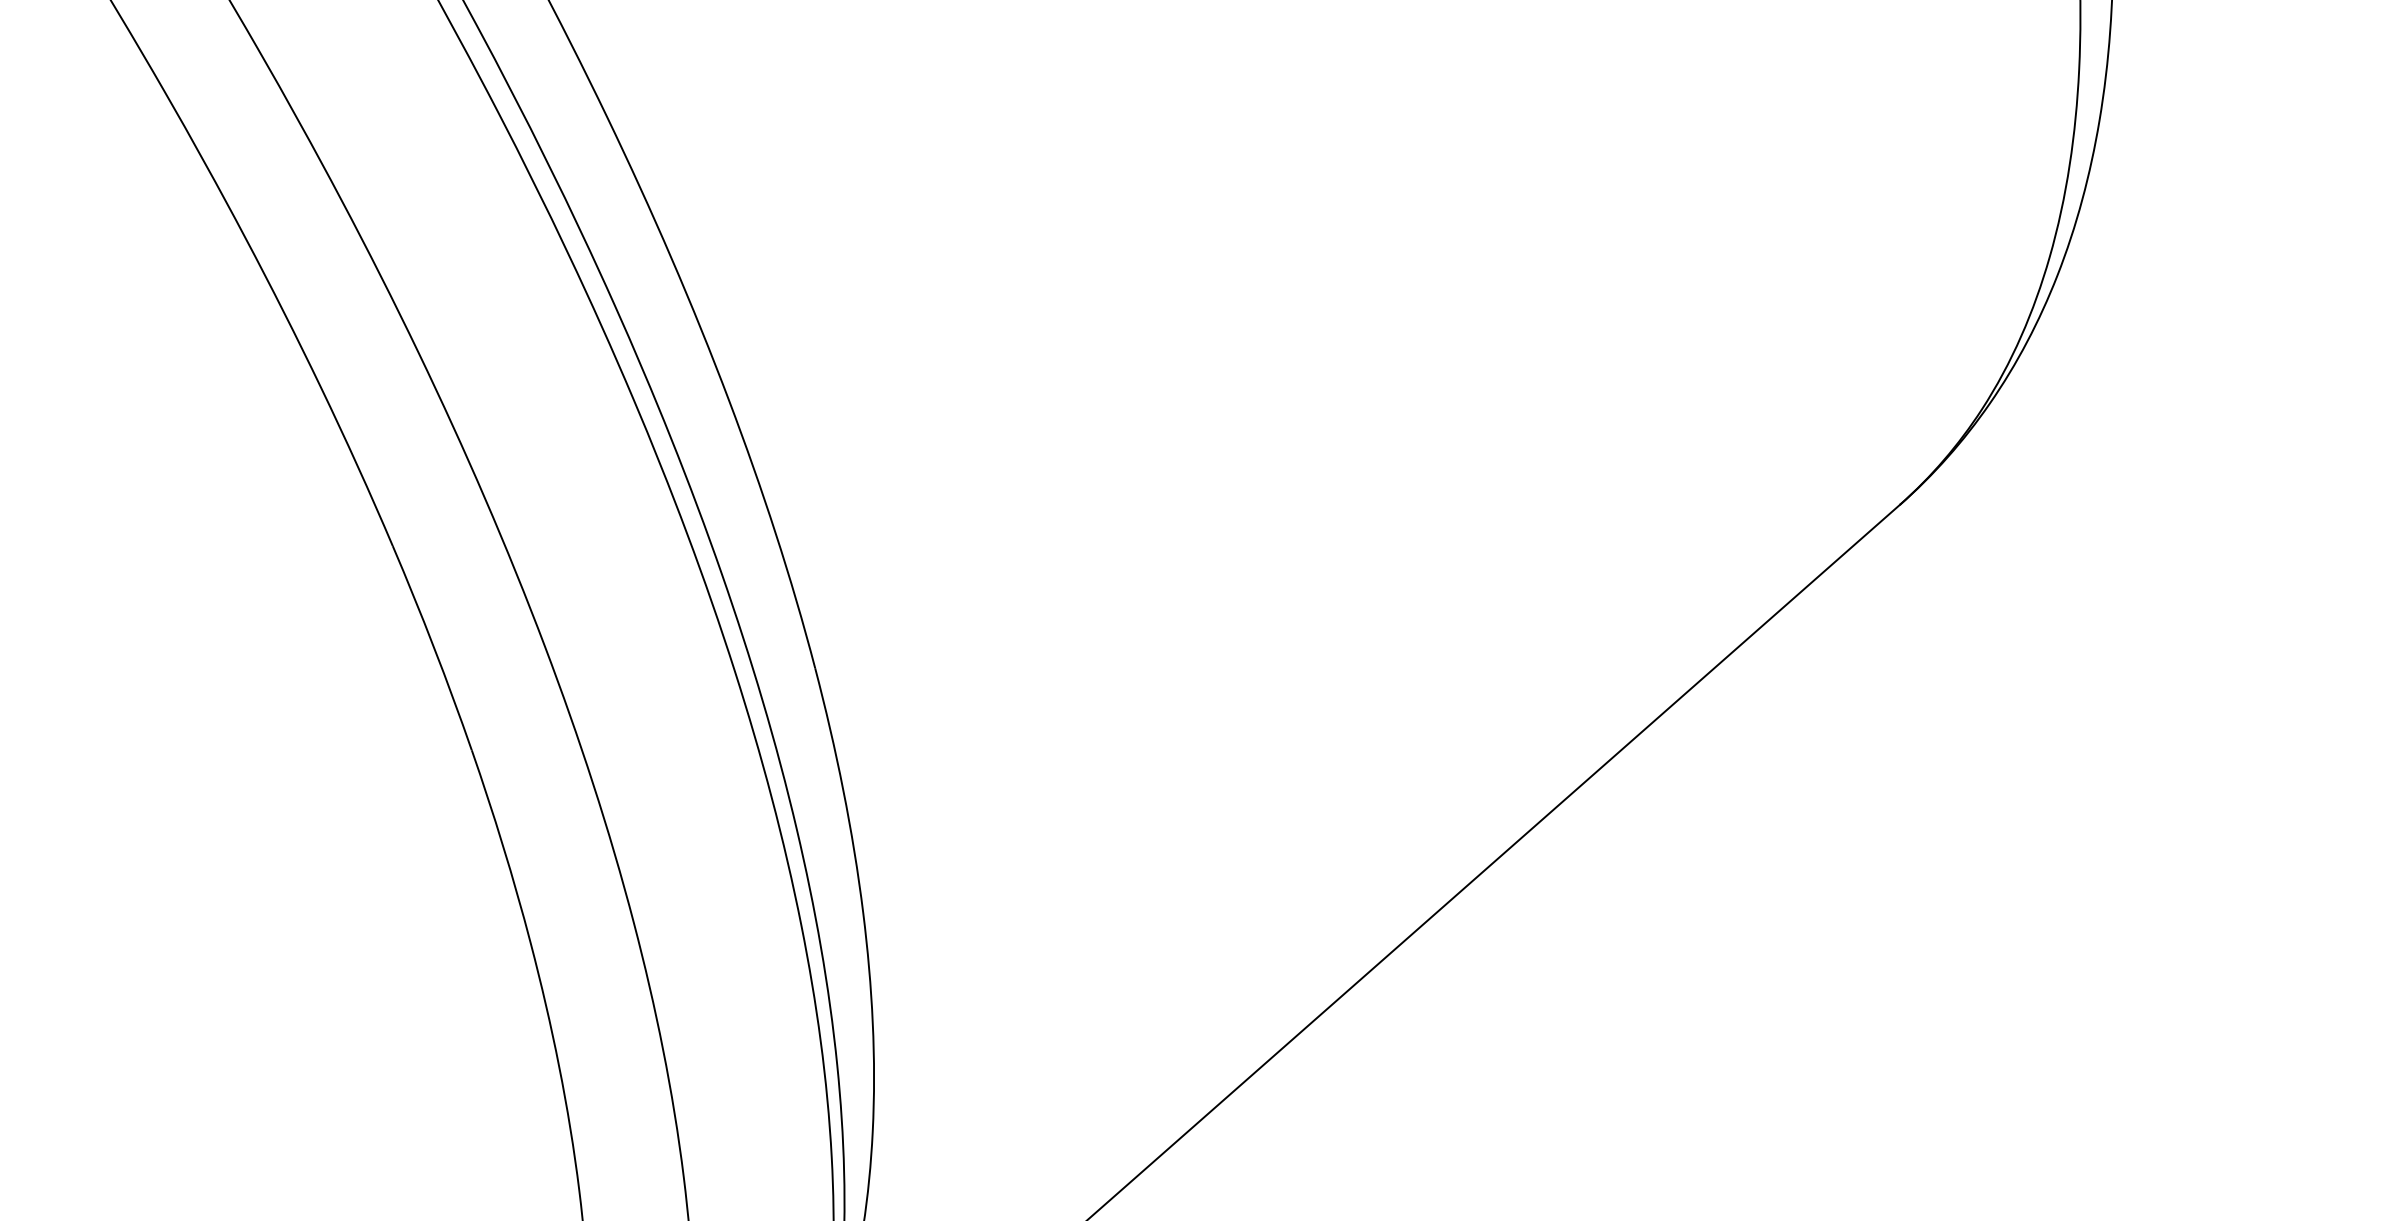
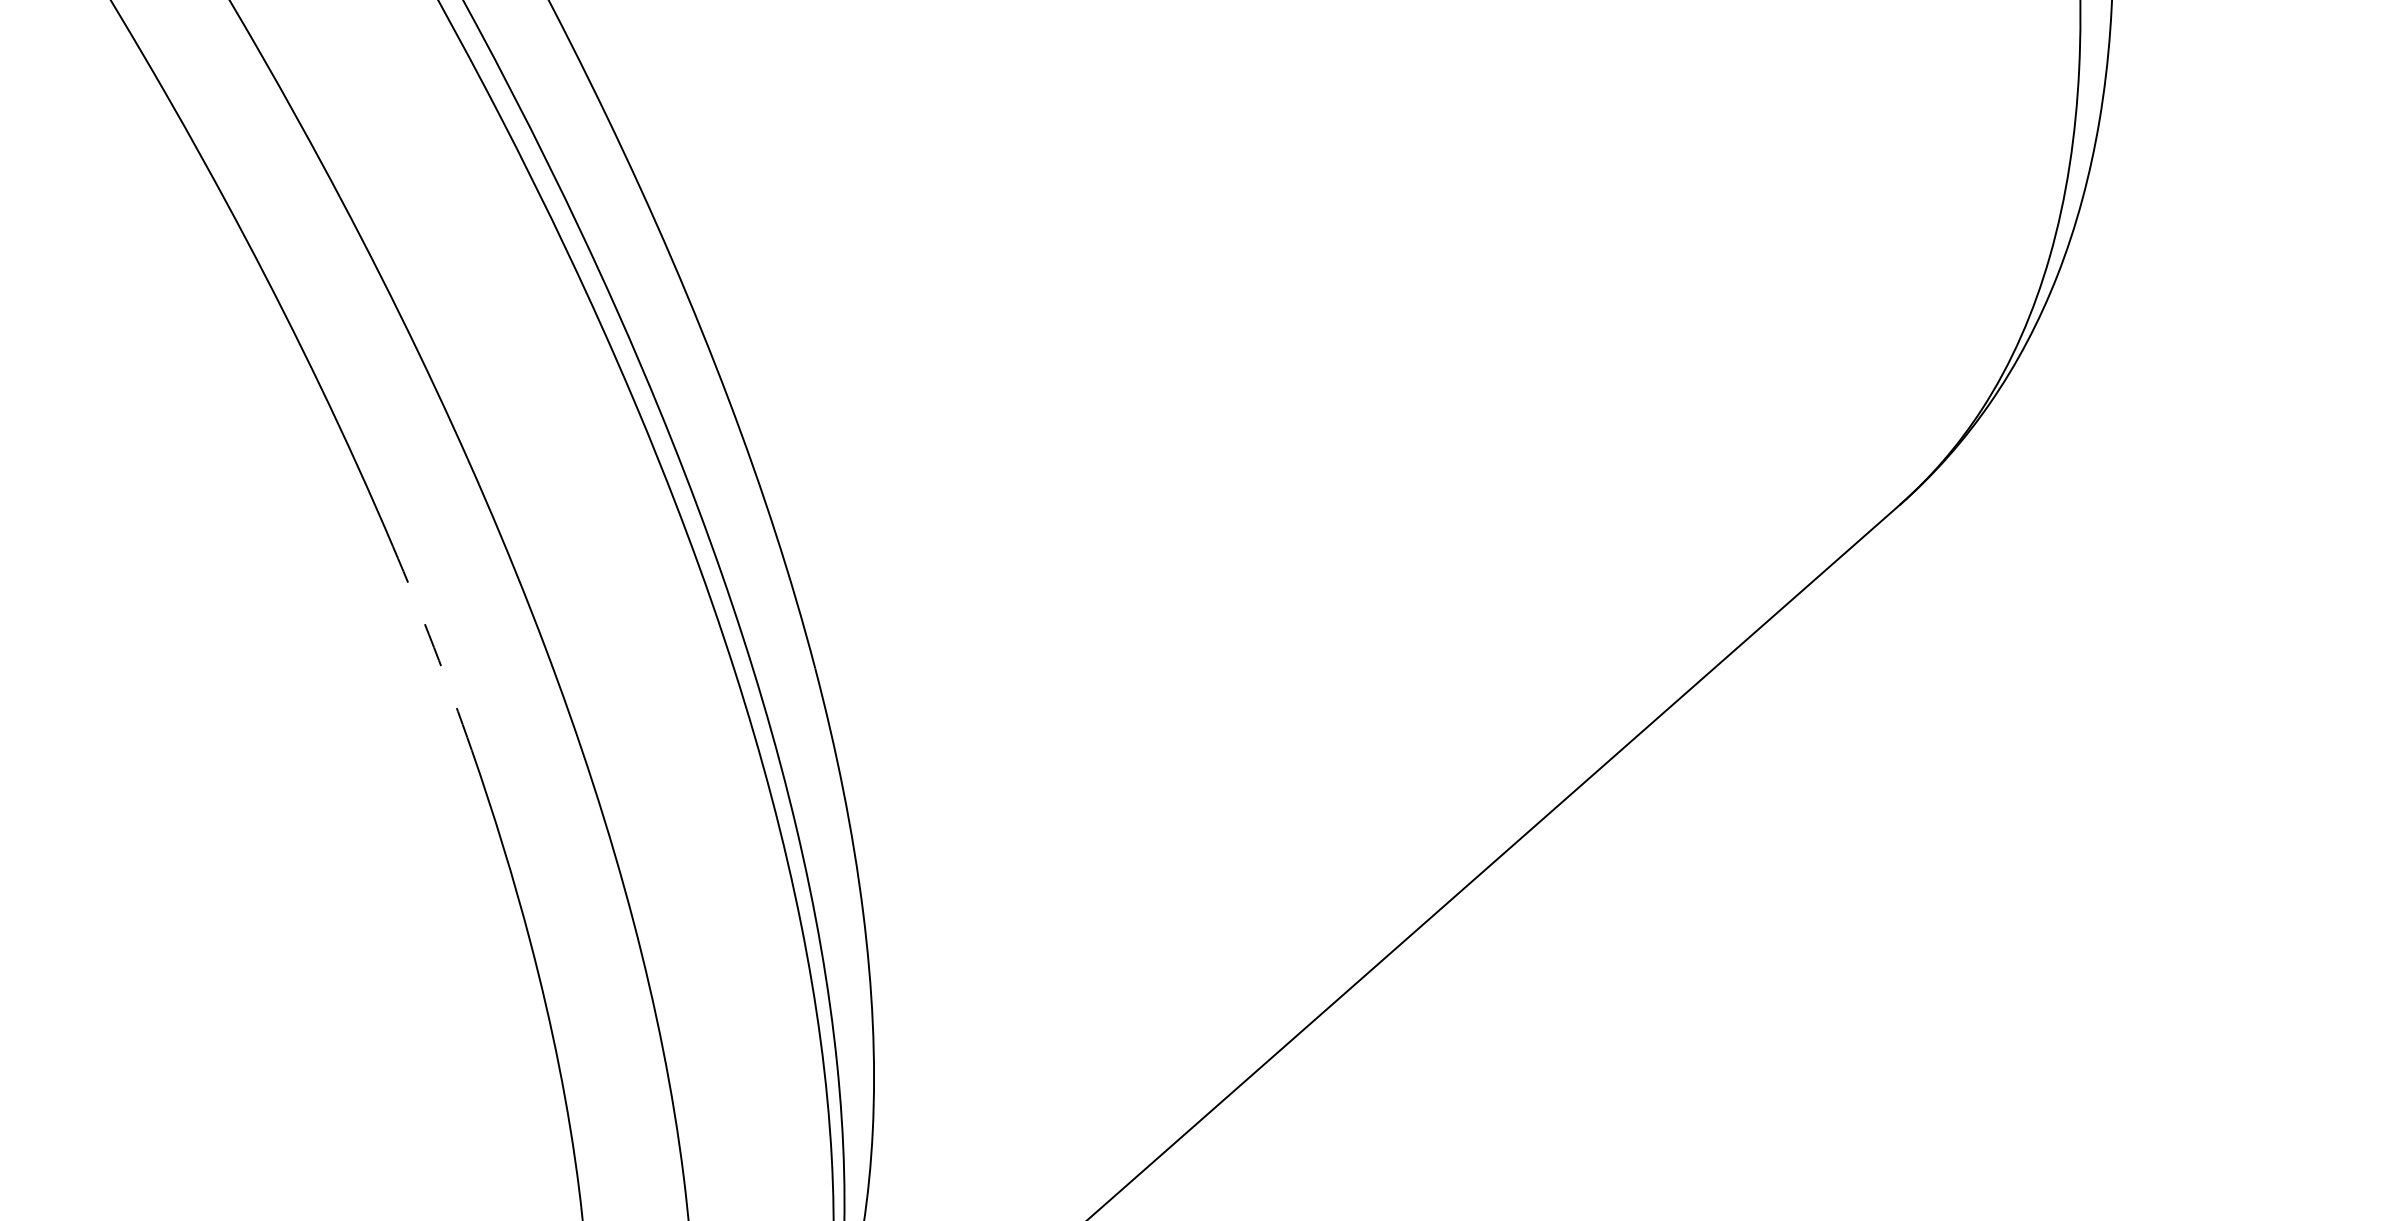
arc at (434, 647): solid -> dashed
